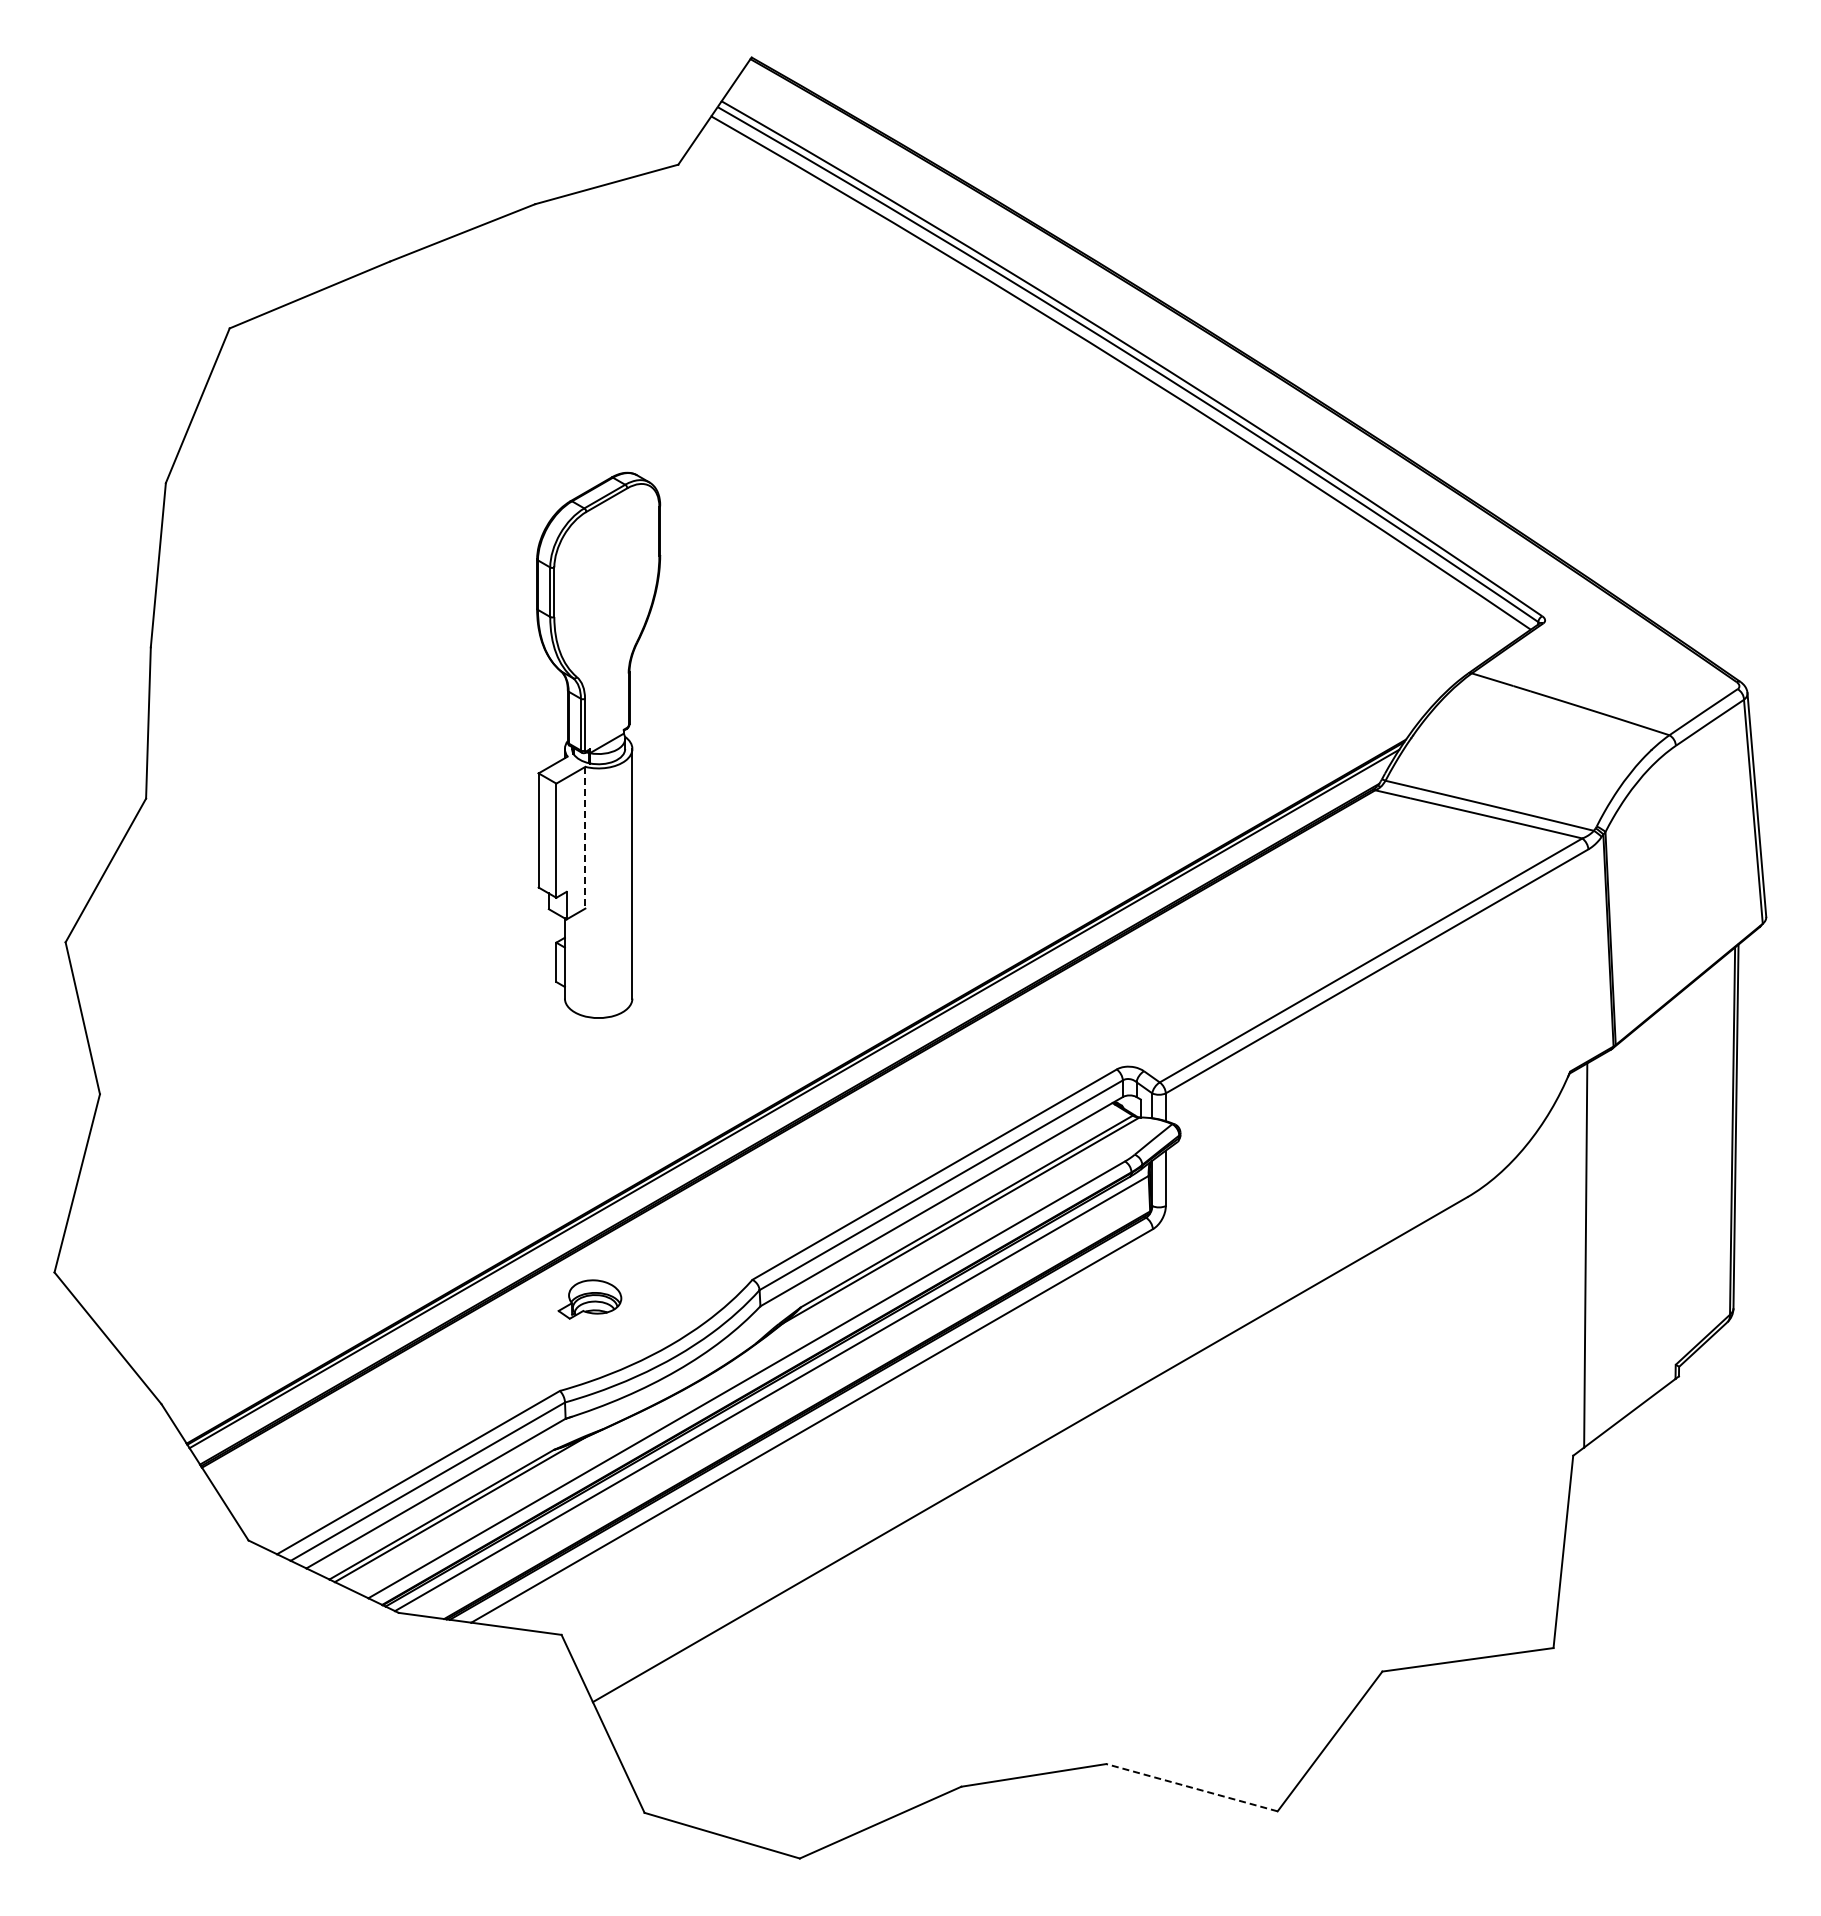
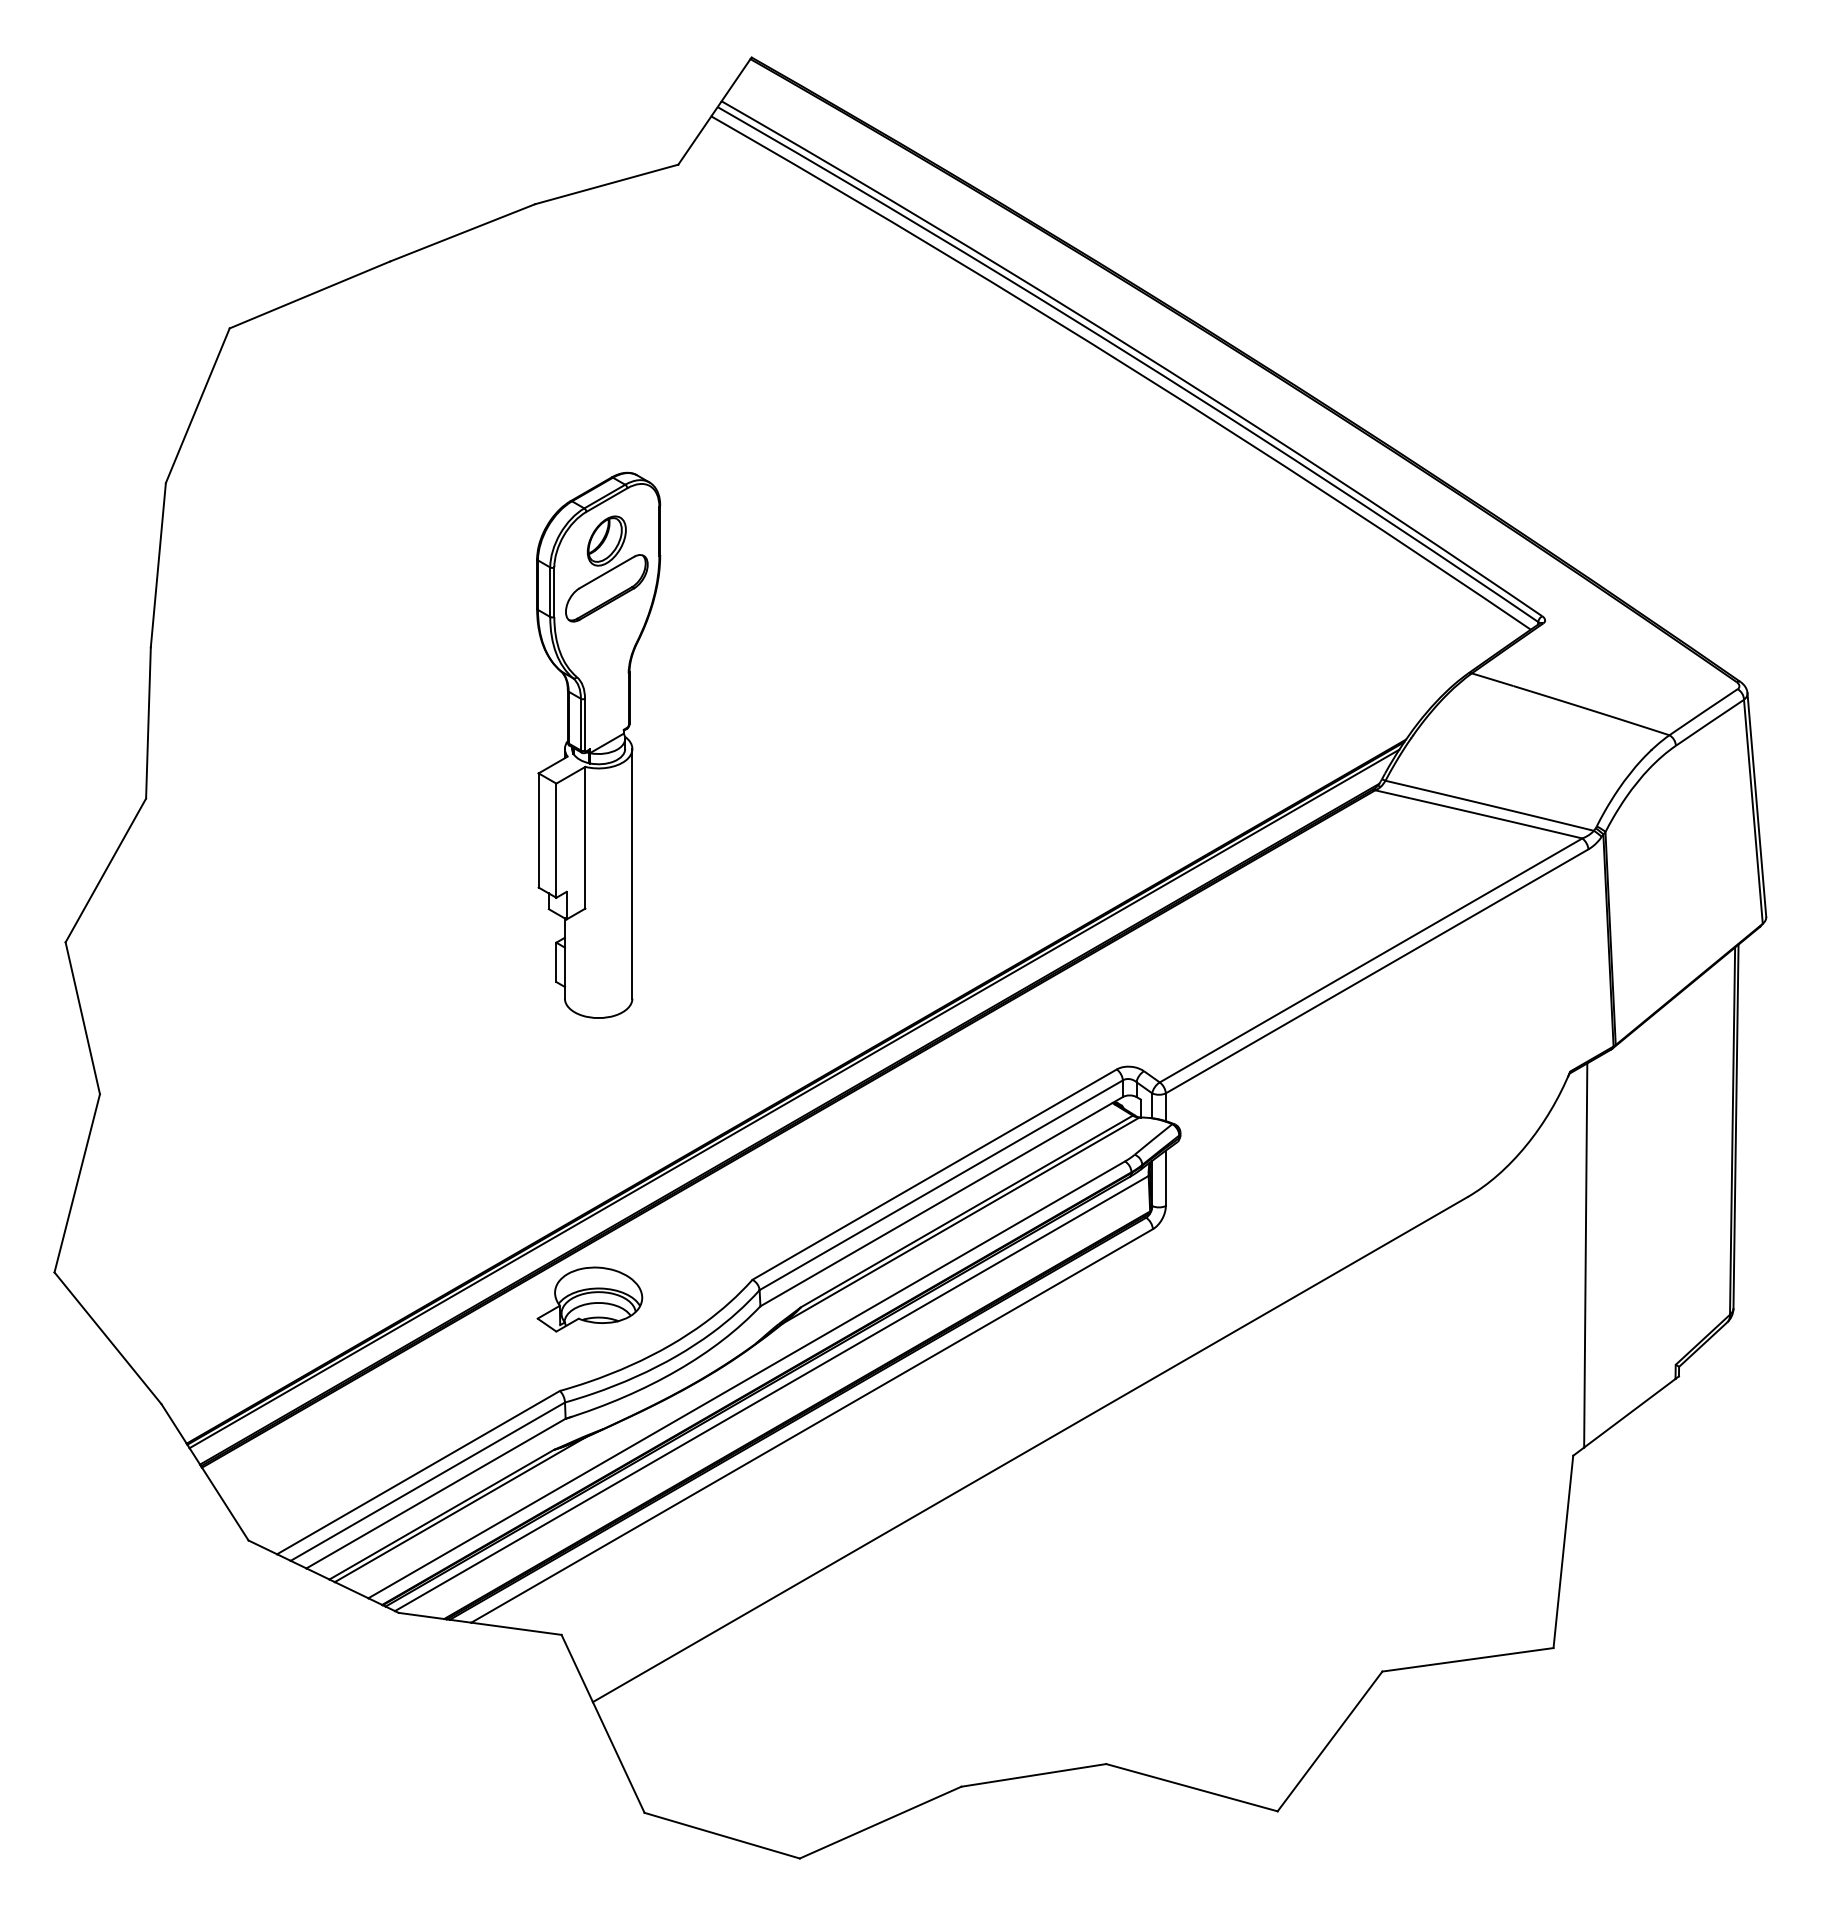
part at (606, 568): none -> present
line at (585, 837): dashed -> solid
part at (589, 1299) size: 66x41 px -> 108x67 px
line at (1191, 1787): dashed -> solid
